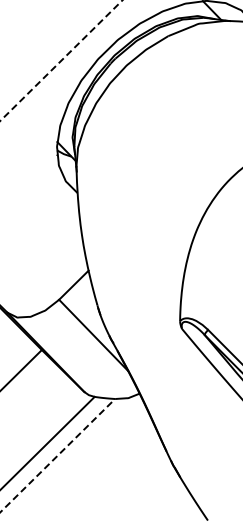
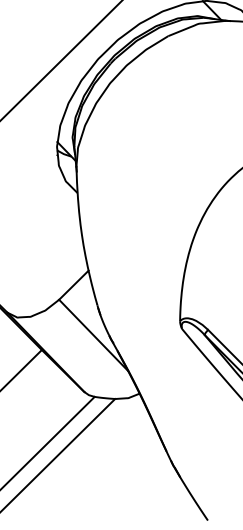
line at (61, 60): dashed -> solid
line at (57, 455): dashed -> solid
